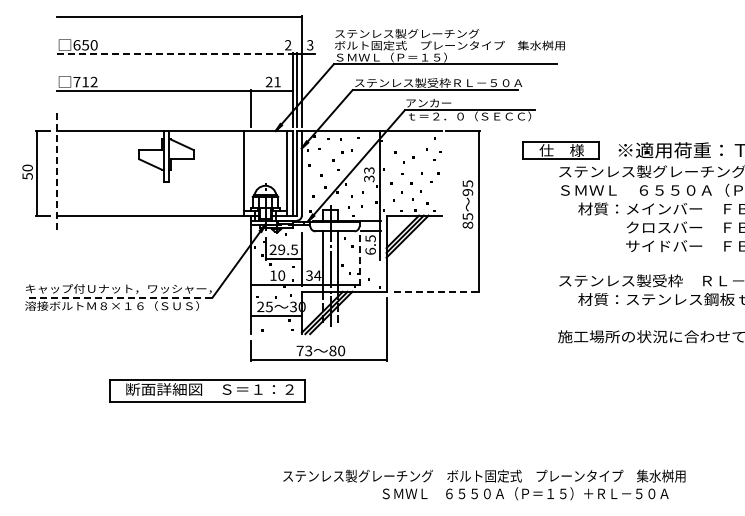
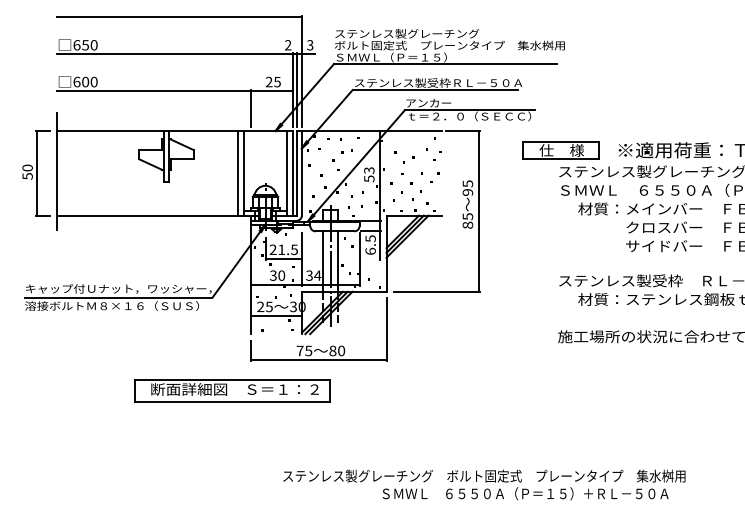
line at (175, 54): dashed -> solid
text at (85, 81): 712 -> 600
text at (277, 82): 21 -> 25
line at (57, 171): dashed -> solid
line at (237, 172): none -> present
text at (368, 178): 33 -> 53
text at (281, 249): 29.5 -> 21.5
line at (359, 258): dashed -> solid
text at (273, 275): 10 -> 30
line at (436, 291): dashed -> solid
line at (118, 297): dashed -> solid
text at (308, 350): 73 -> 75
part at (207, 390) position: (207, 390) -> (232, 390)
